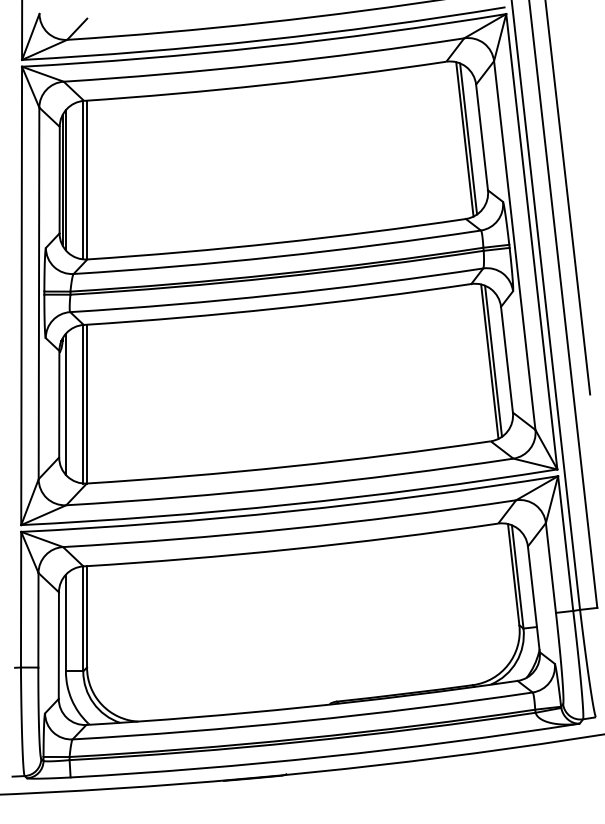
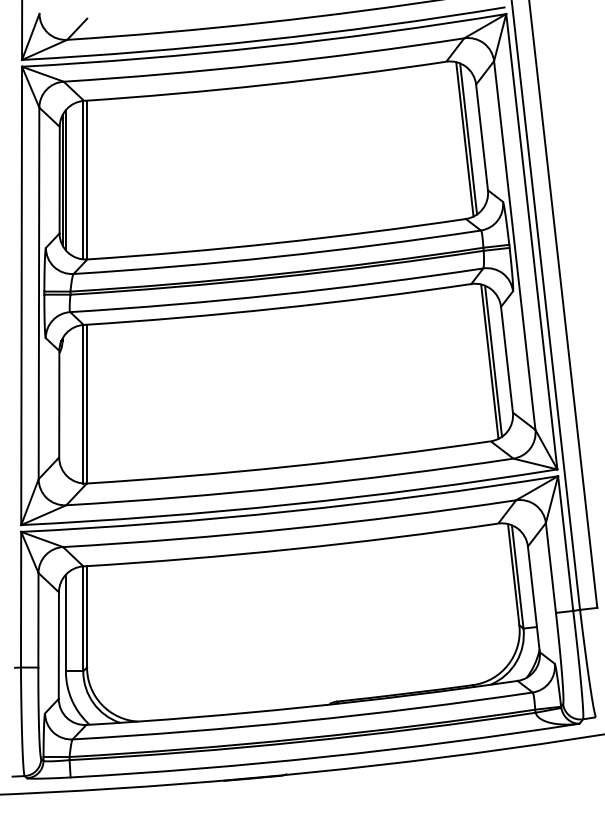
line at (567, 198): present -> none
line at (65, 403): present -> none
